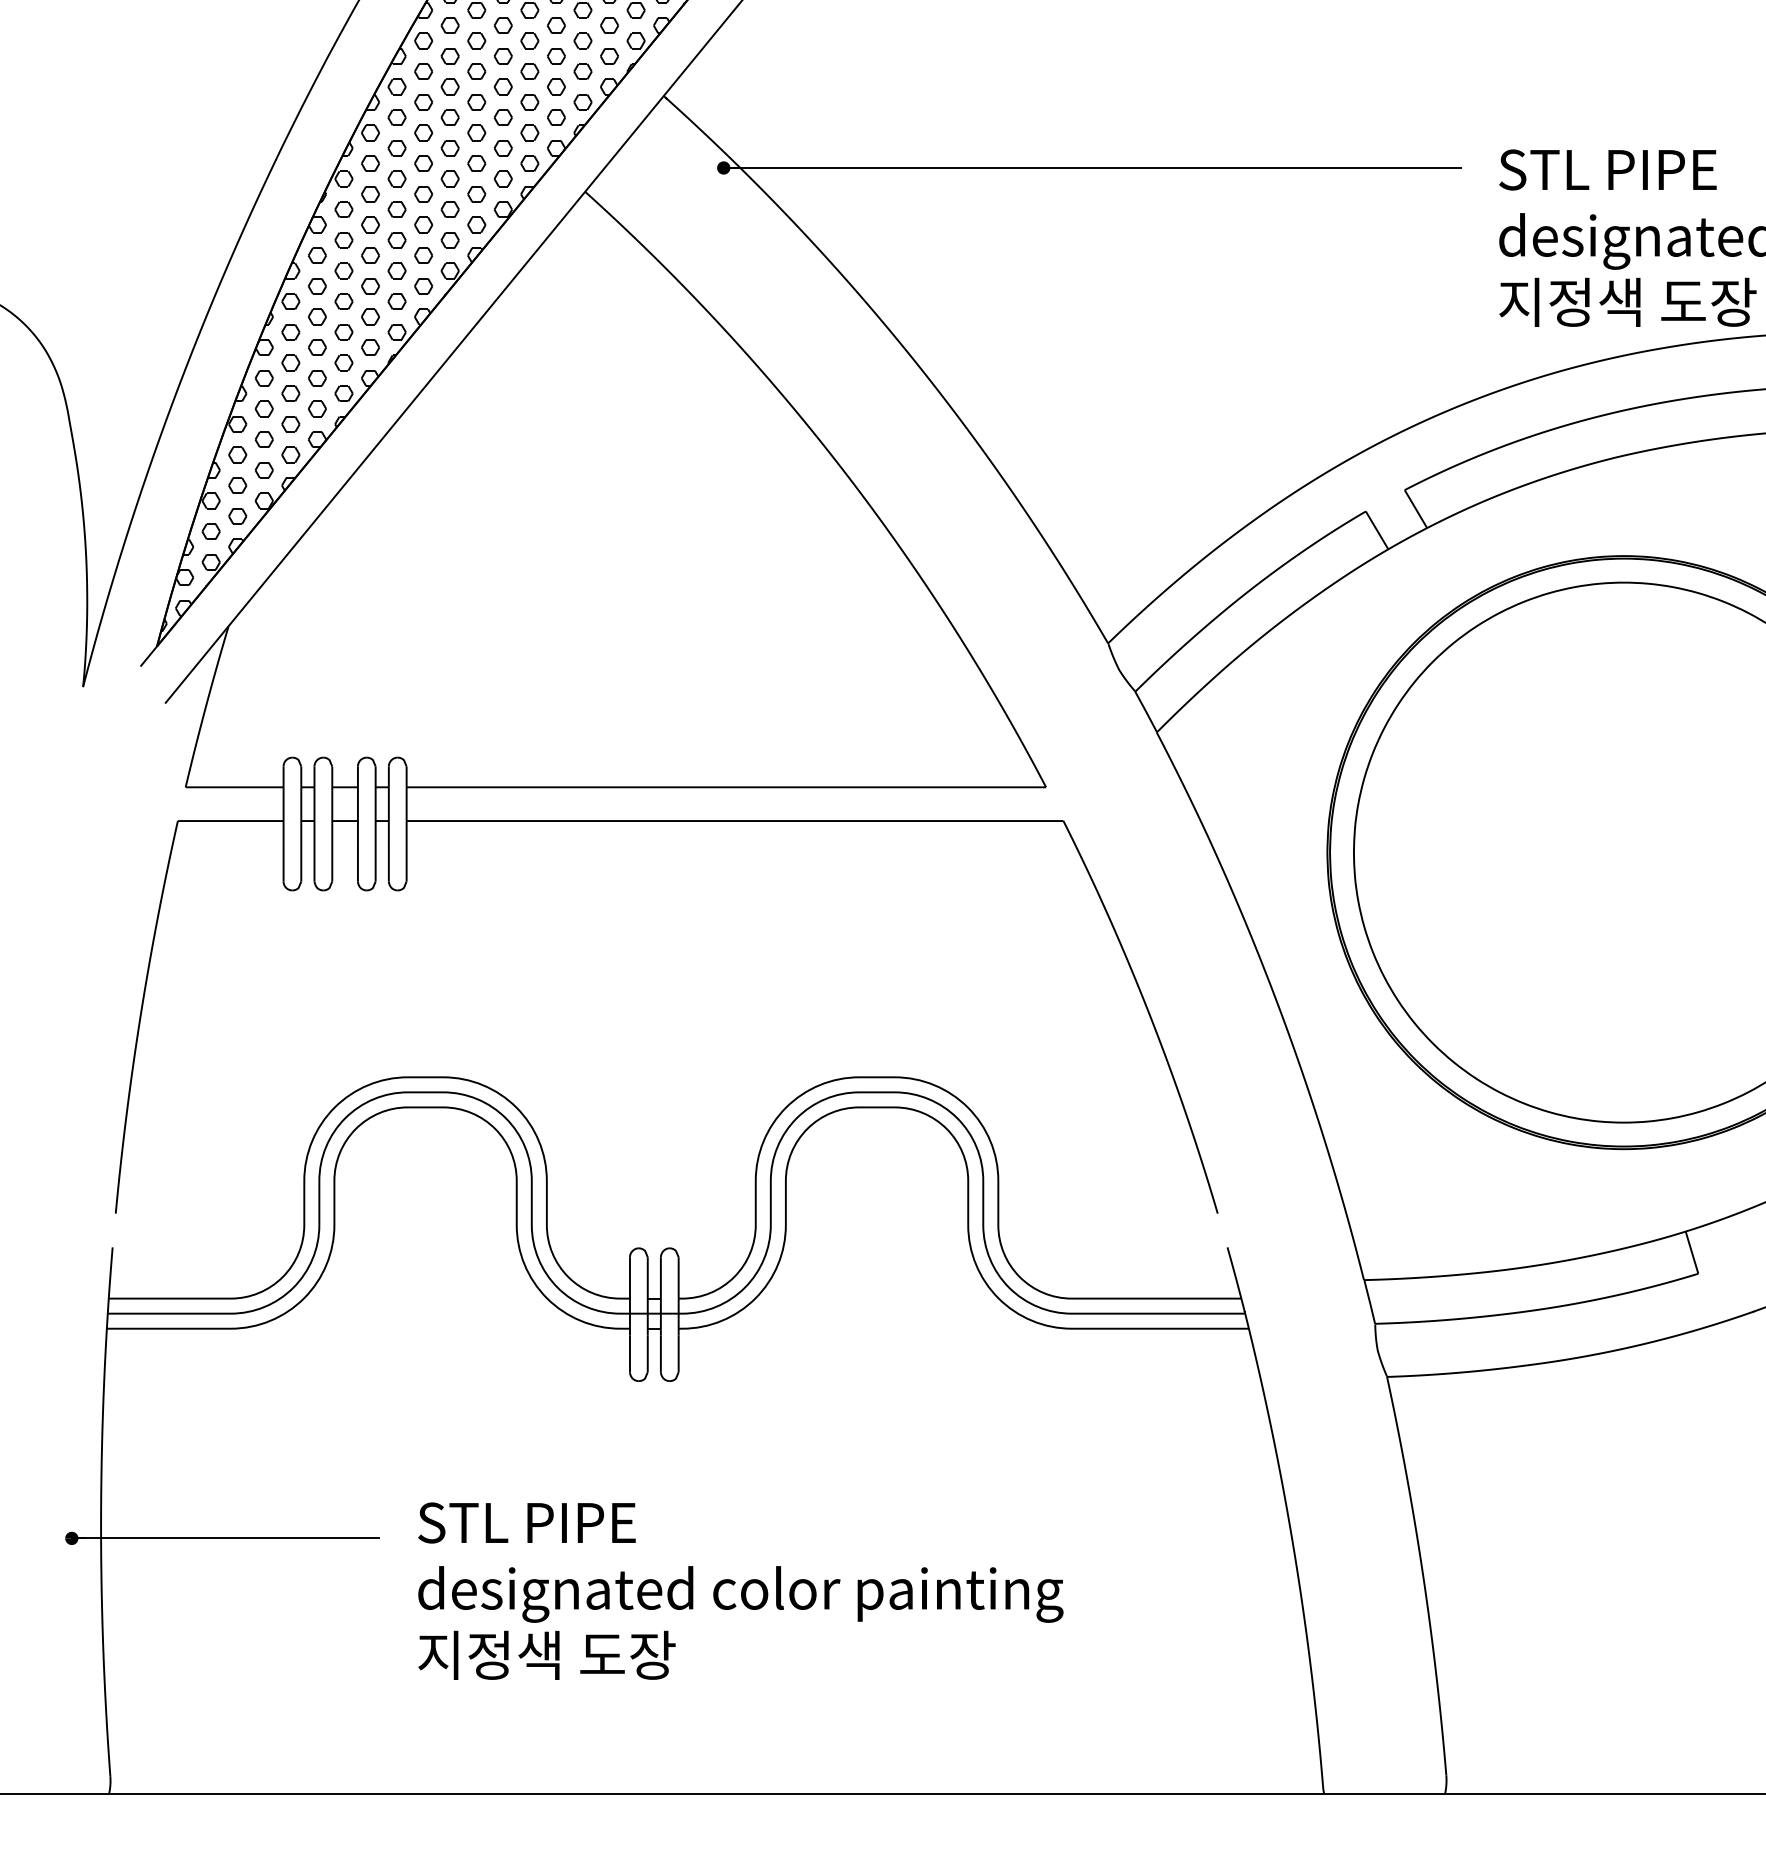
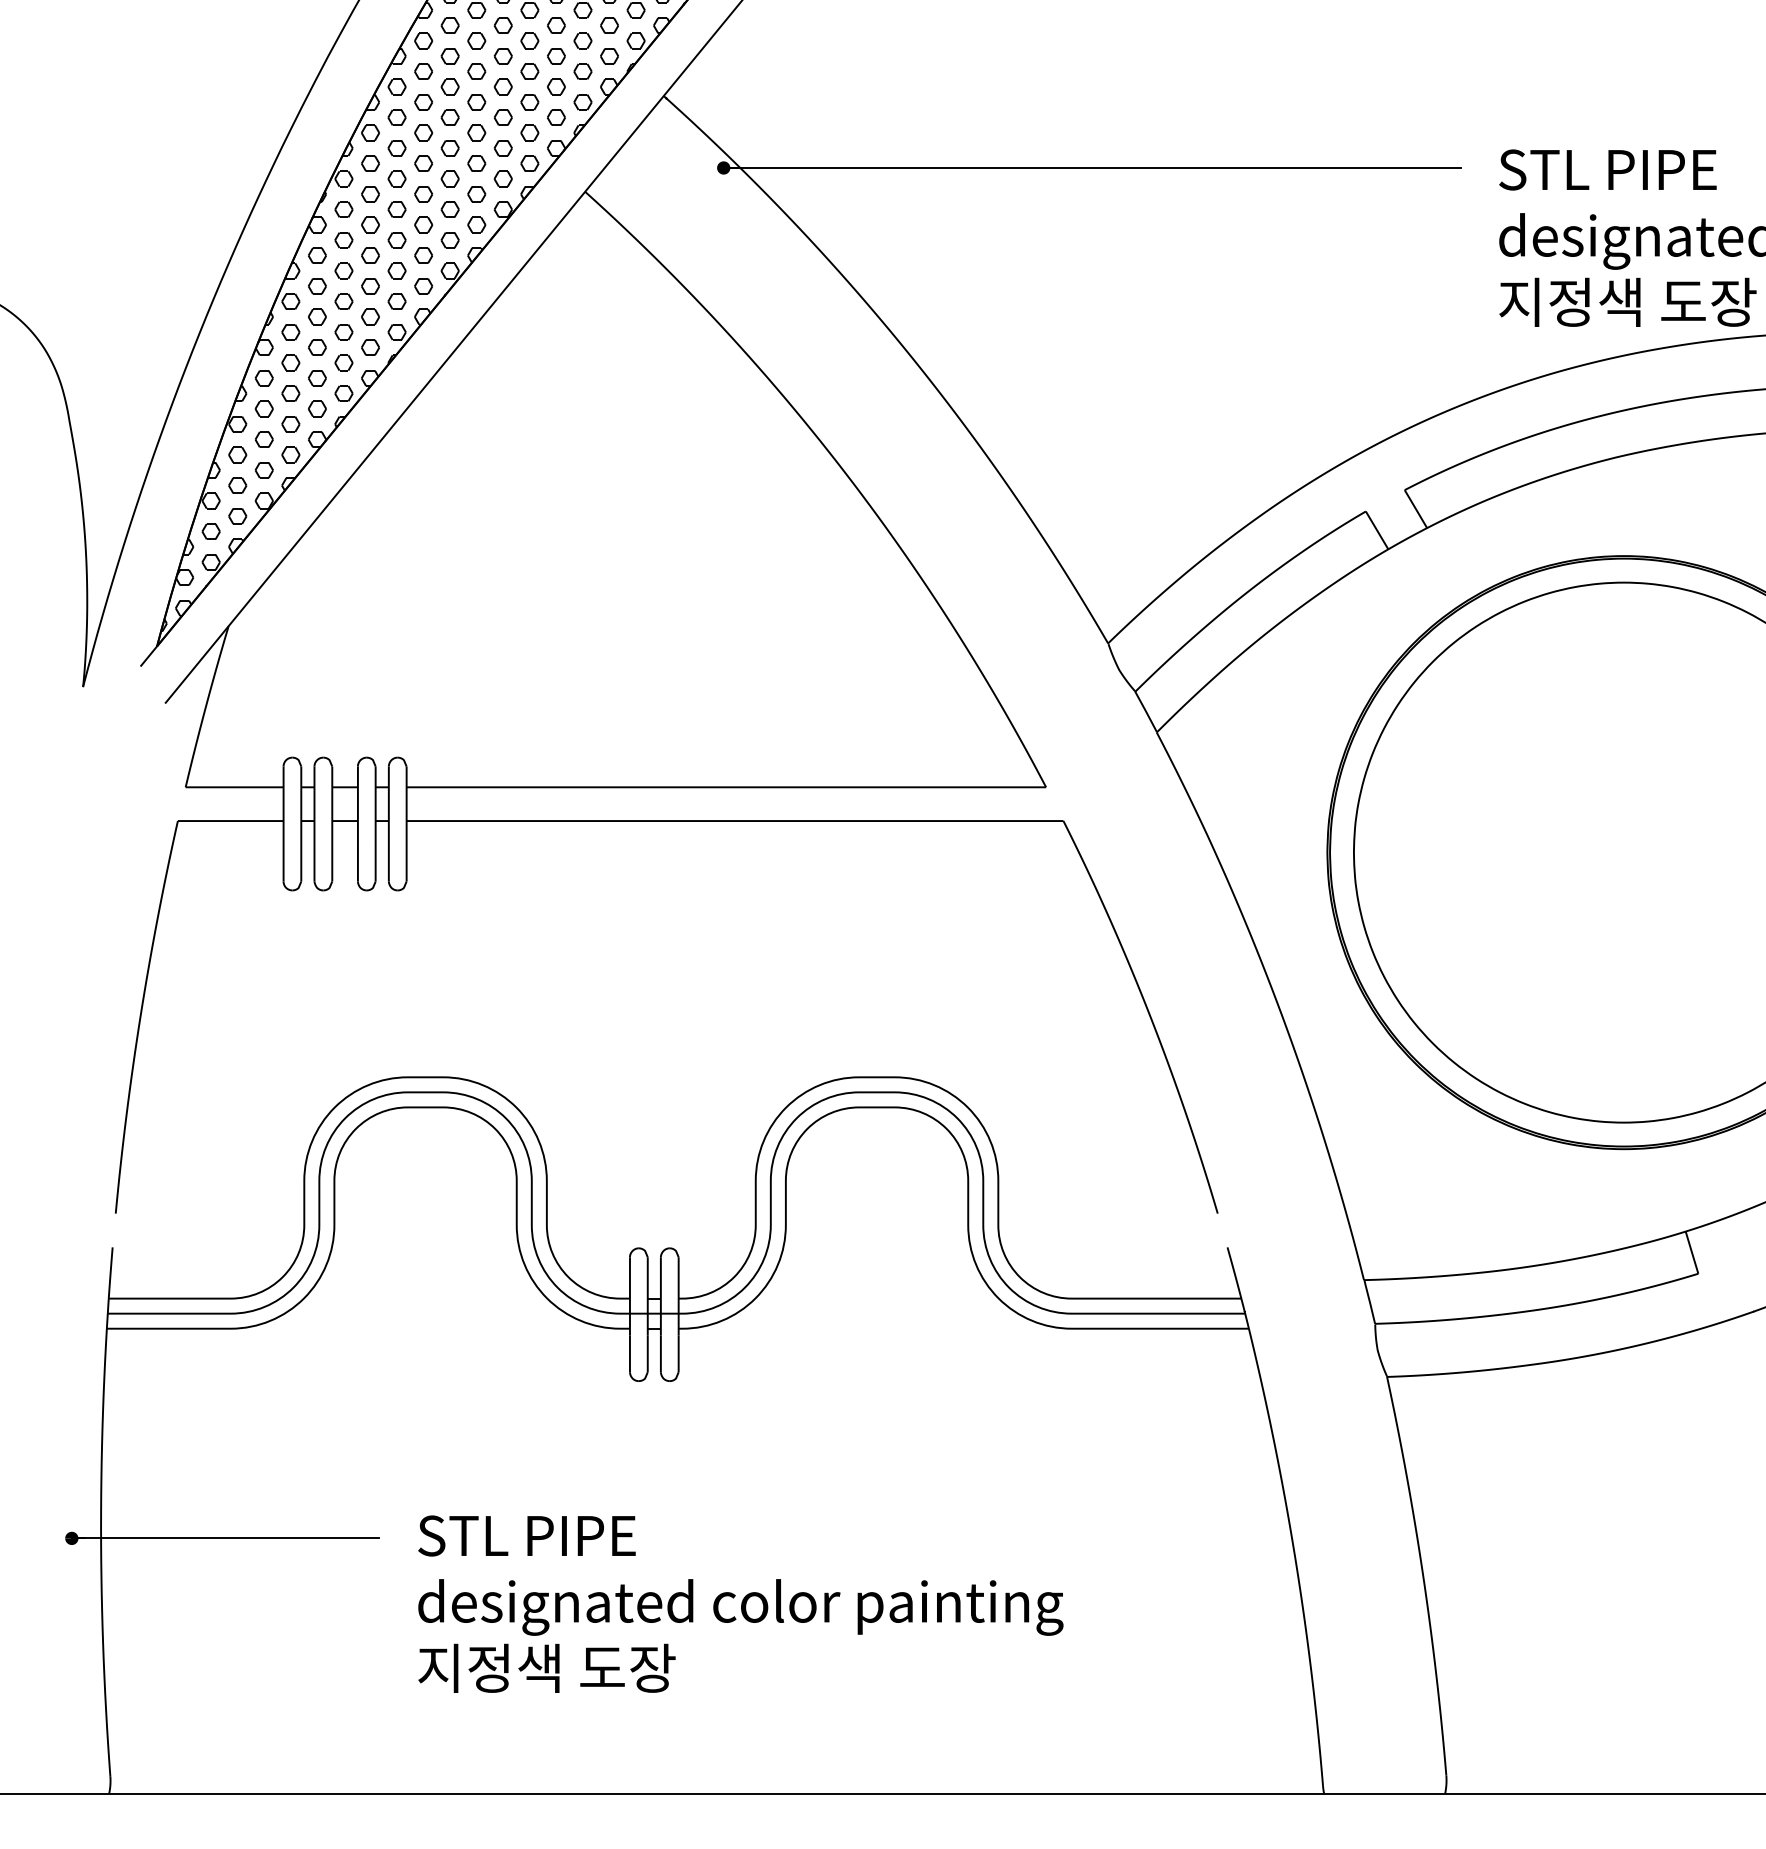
text at (740, 1590) position: (740, 1590) -> (740, 1603)
